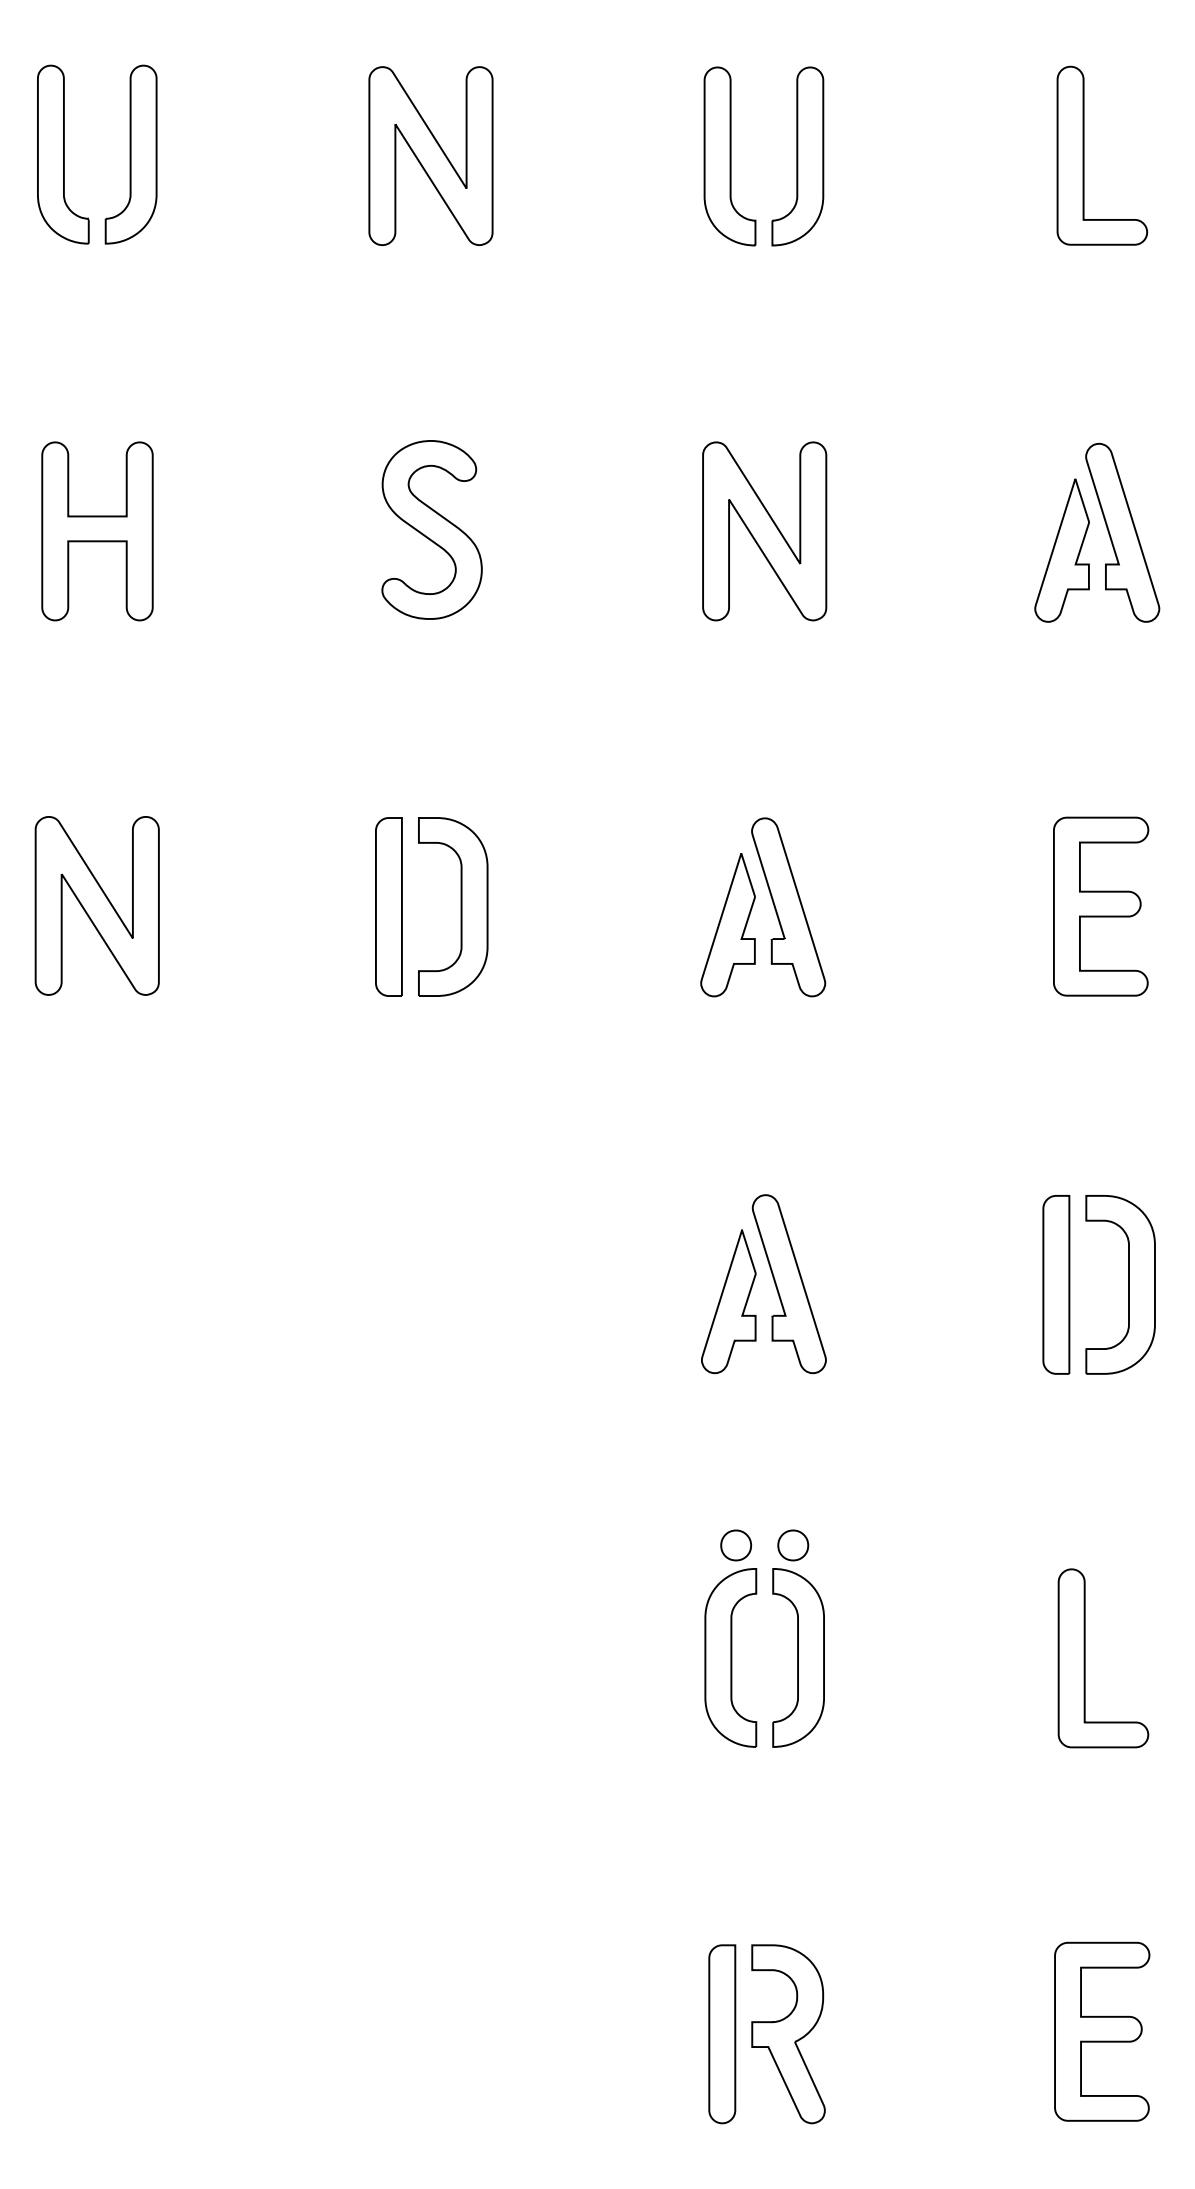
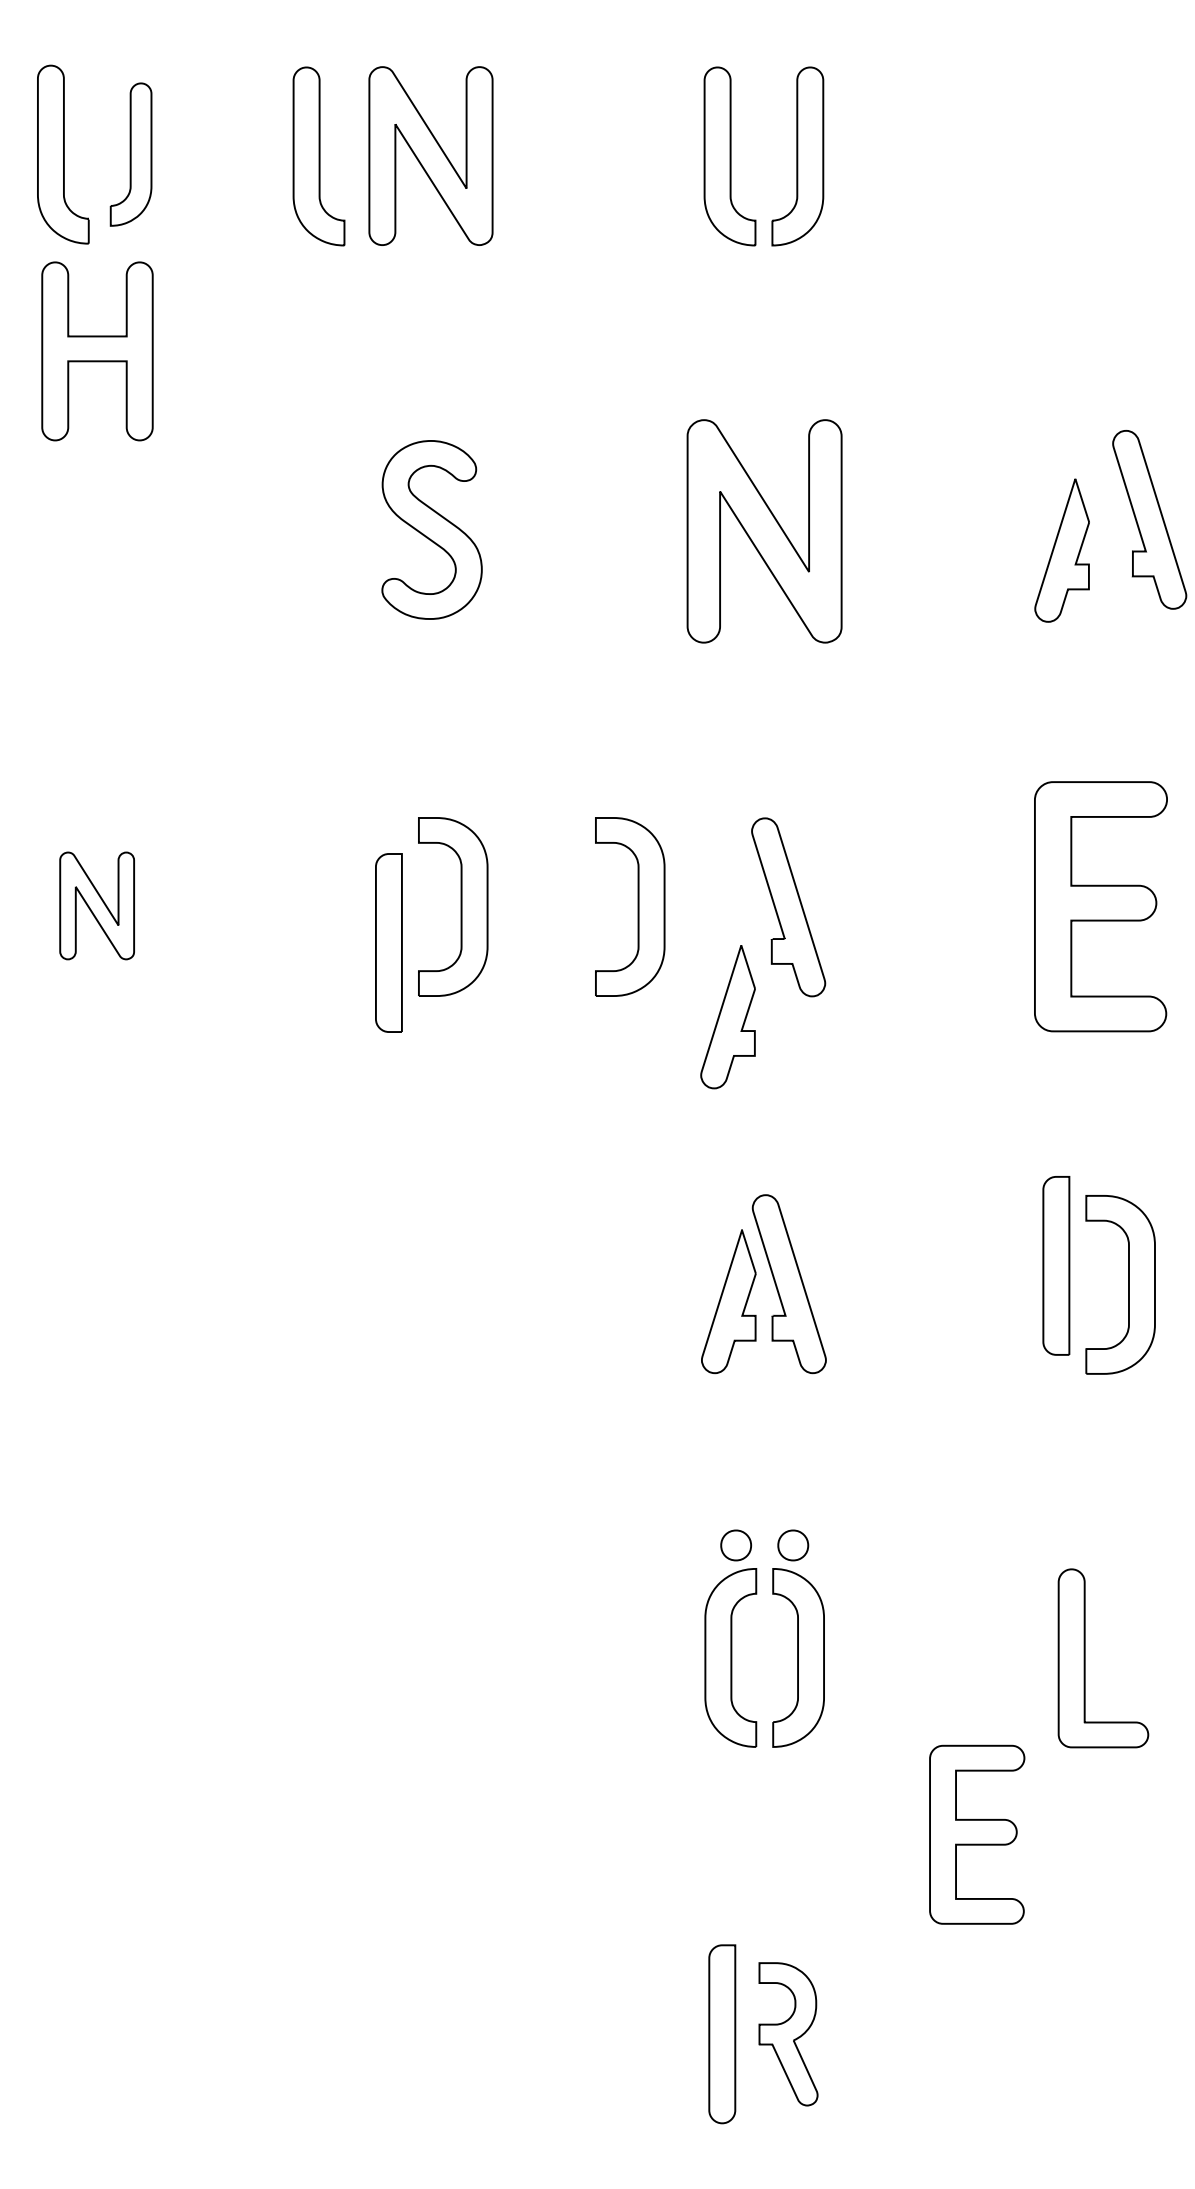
part at (130, 154) size: 54x181 px -> 44x145 px
part at (1084, 155): present -> none
part at (318, 156): none -> present
part at (97, 531) position: (97, 531) -> (97, 351)
part at (764, 531) size: 126x181 px -> 157x225 px
part at (1122, 532) position: (1122, 532) -> (1149, 519)
part at (96, 905) size: 126x180 px -> 76x110 px
part at (388, 906) position: (388, 906) -> (388, 942)
part at (637, 906): none -> present
part at (1101, 906) size: 97x181 px -> 134x252 px
part at (727, 925) position: (727, 925) -> (727, 1017)
part at (1056, 1284) position: (1056, 1284) -> (1056, 1265)
part at (1102, 2031) position: (1102, 2031) -> (977, 1834)
part at (788, 2034) size: 75x181 px -> 61x145 px
